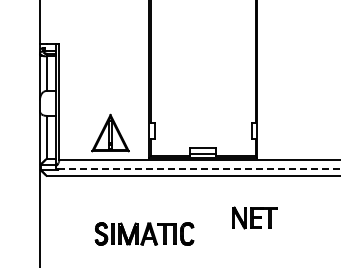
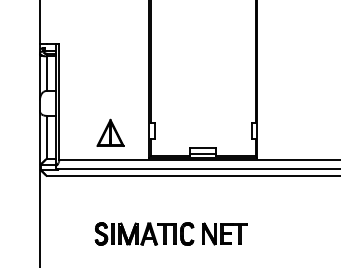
part at (110, 132) size: 39x40 px -> 29x29 px
line at (199, 169): dashed -> solid
part at (254, 217) position: (254, 217) -> (224, 233)
